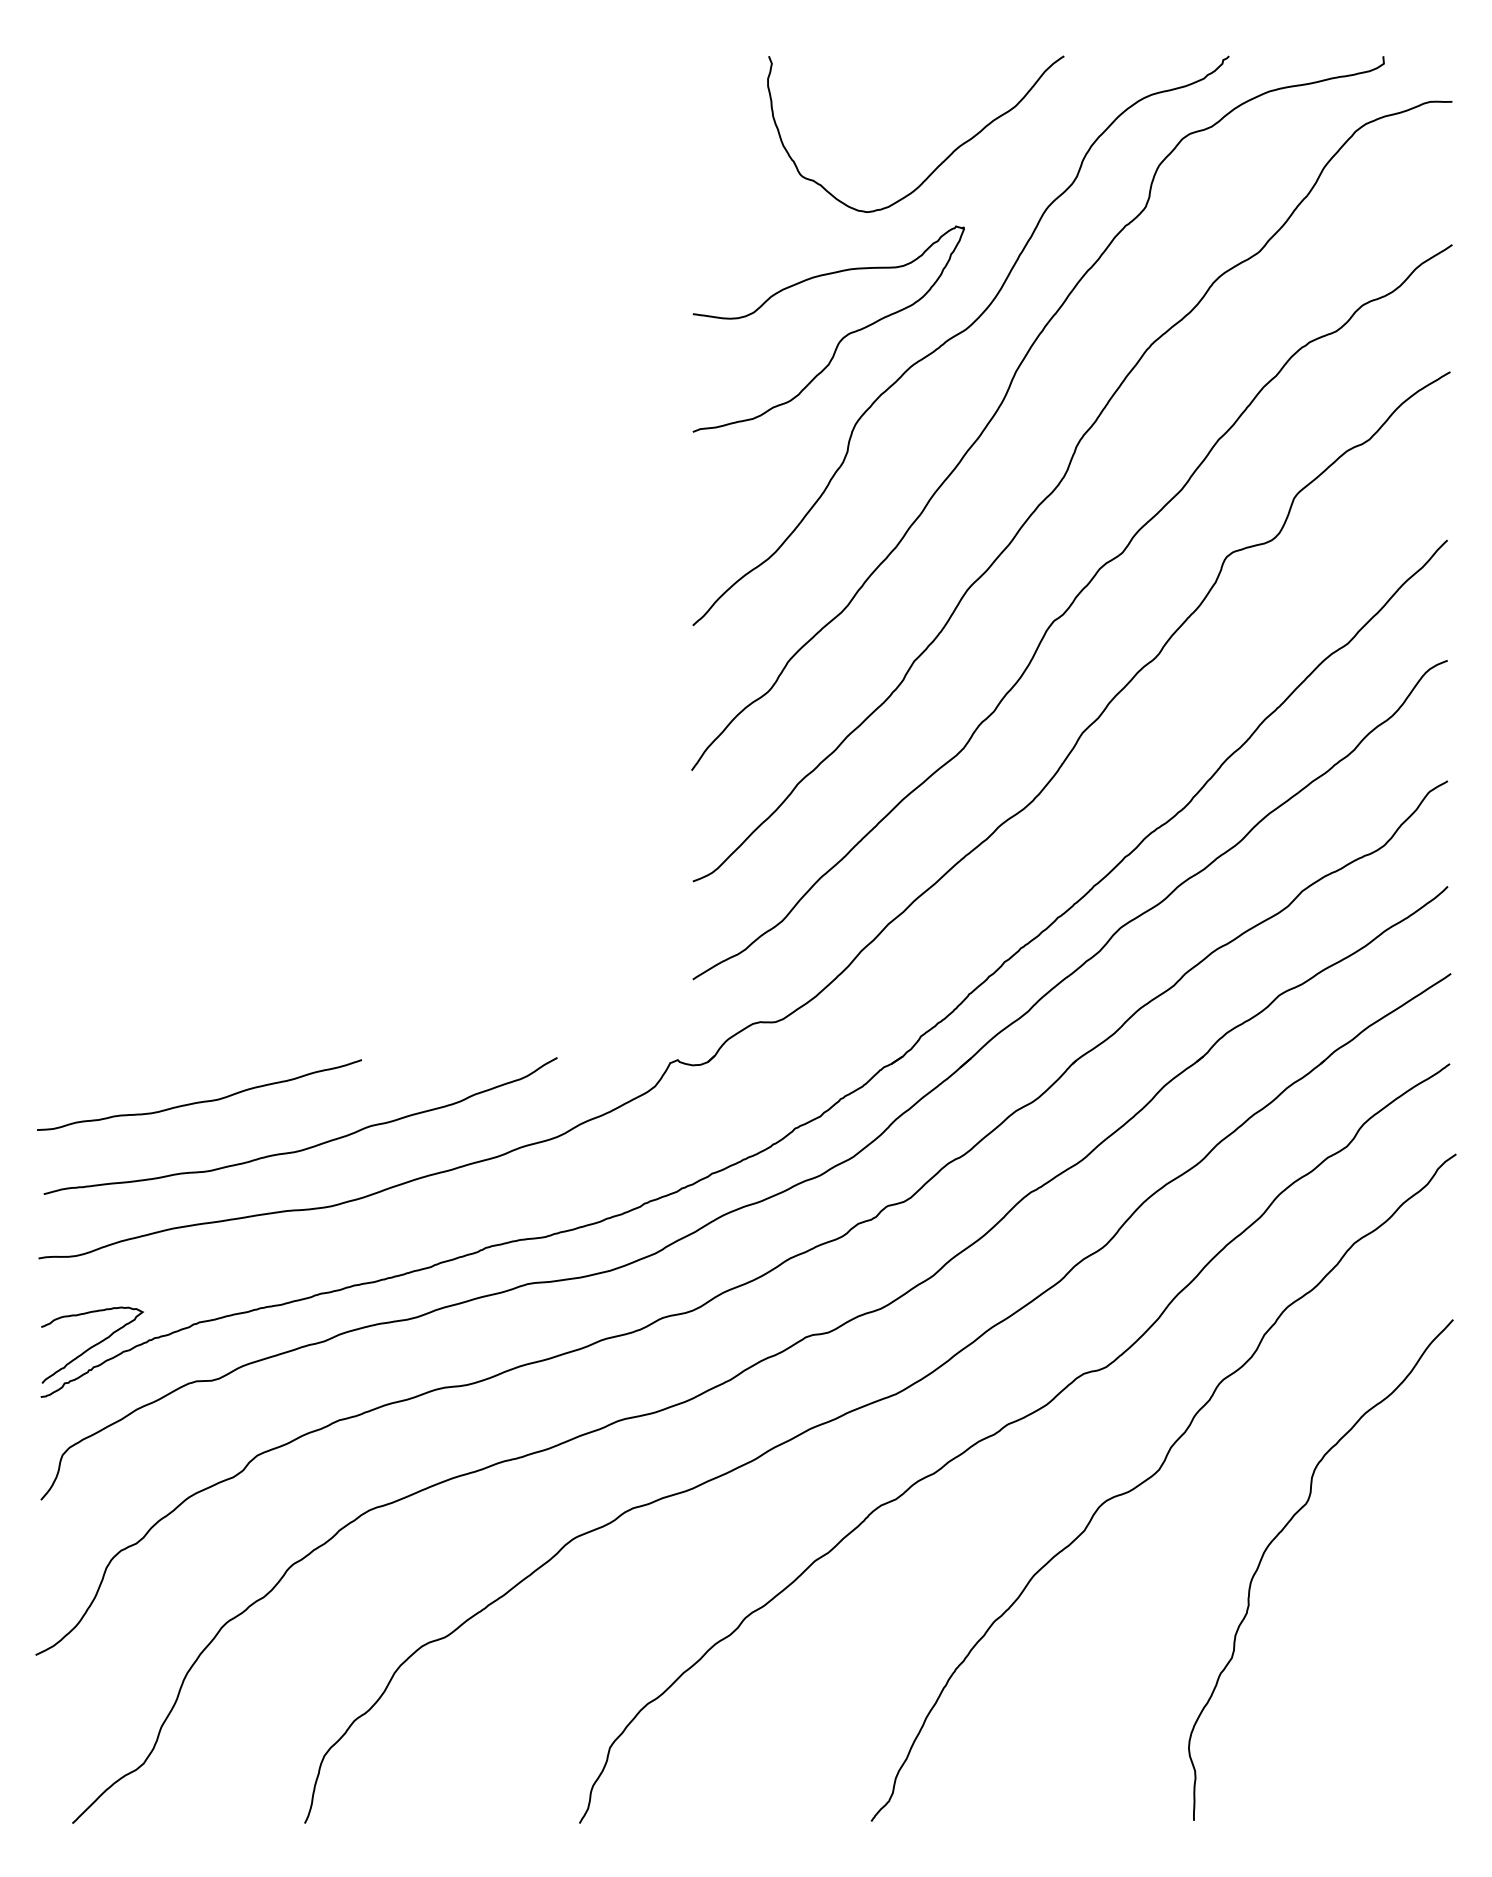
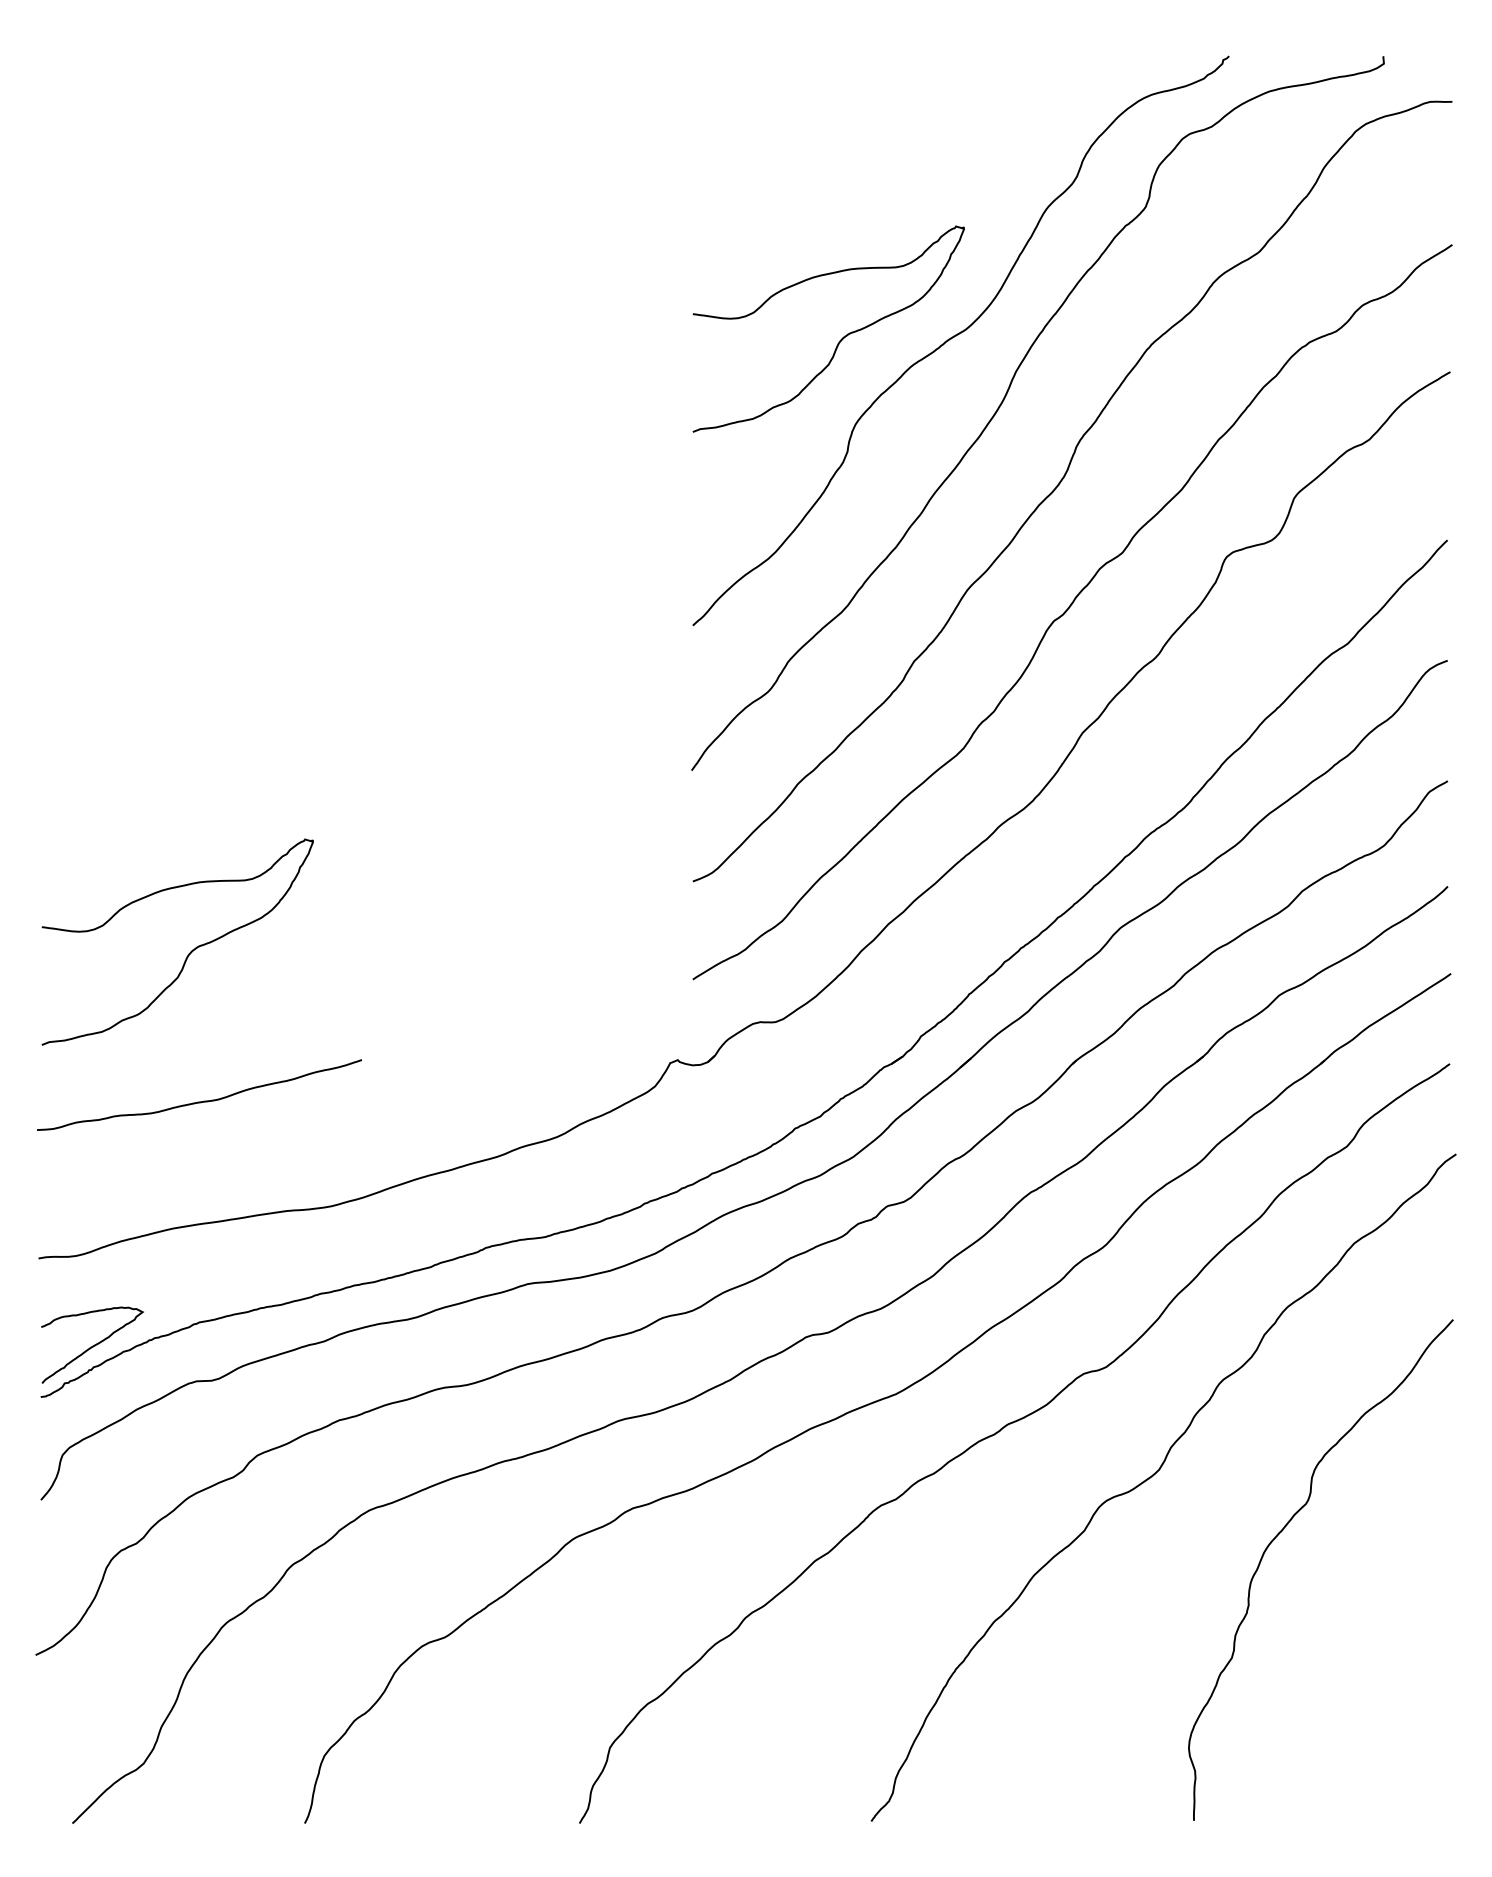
curve at (943, 160): present -> none
curve at (189, 952): none -> present
curve at (307, 1147): present -> none
